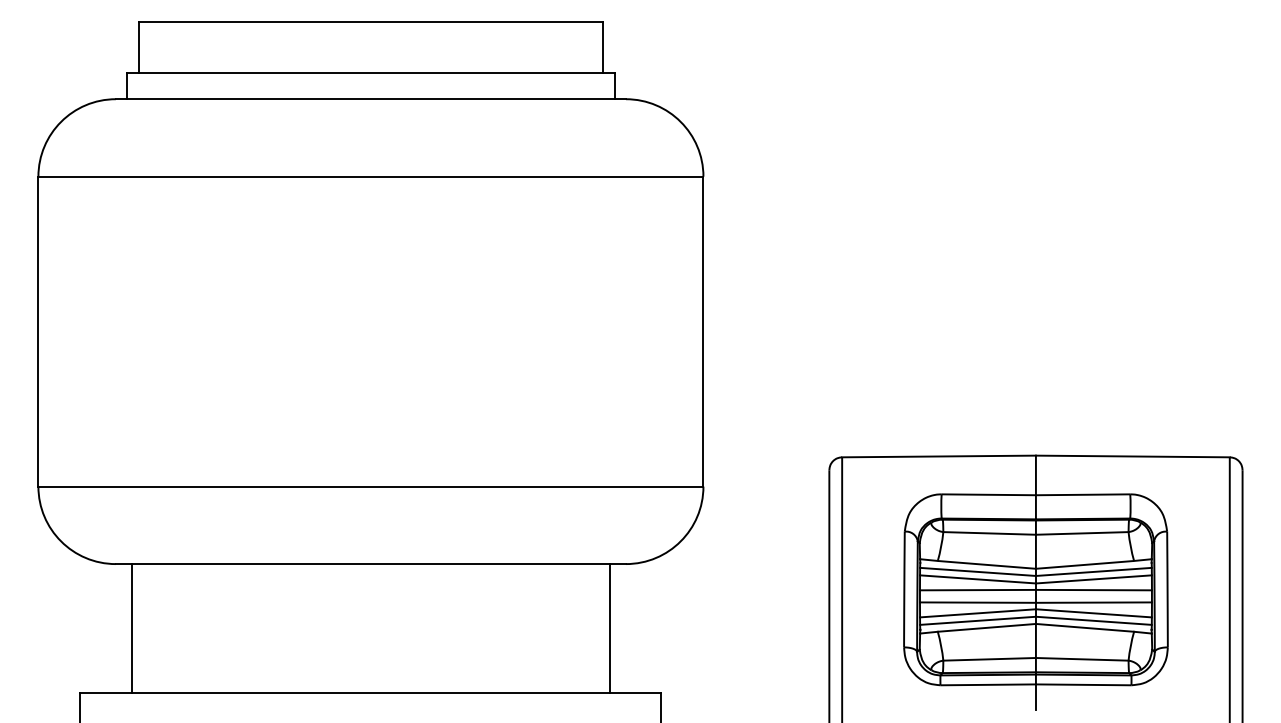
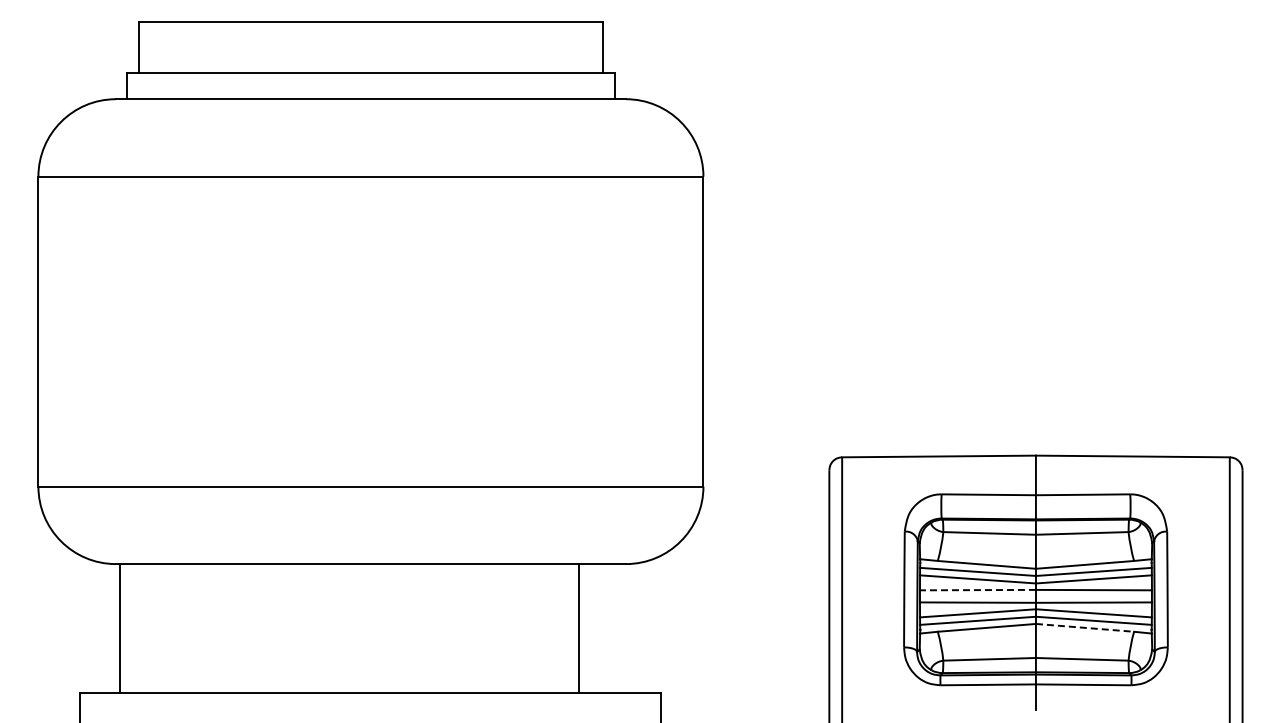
line at (977, 590): solid -> dashed
line at (1085, 627): solid -> dashed
line at (132, 628) position: (132, 628) -> (120, 628)
line at (609, 628) position: (609, 628) -> (578, 628)
